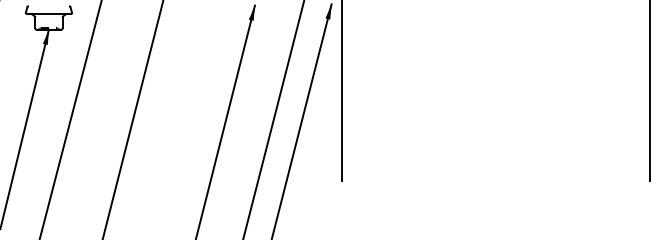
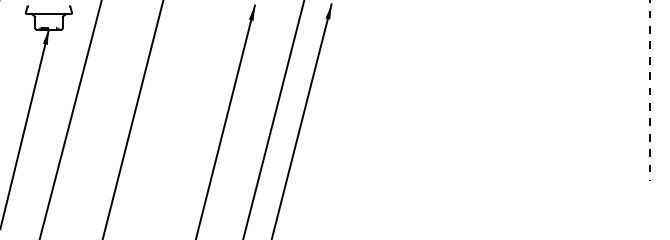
line at (341, 91): present -> none
line at (649, 91): solid -> dashed
